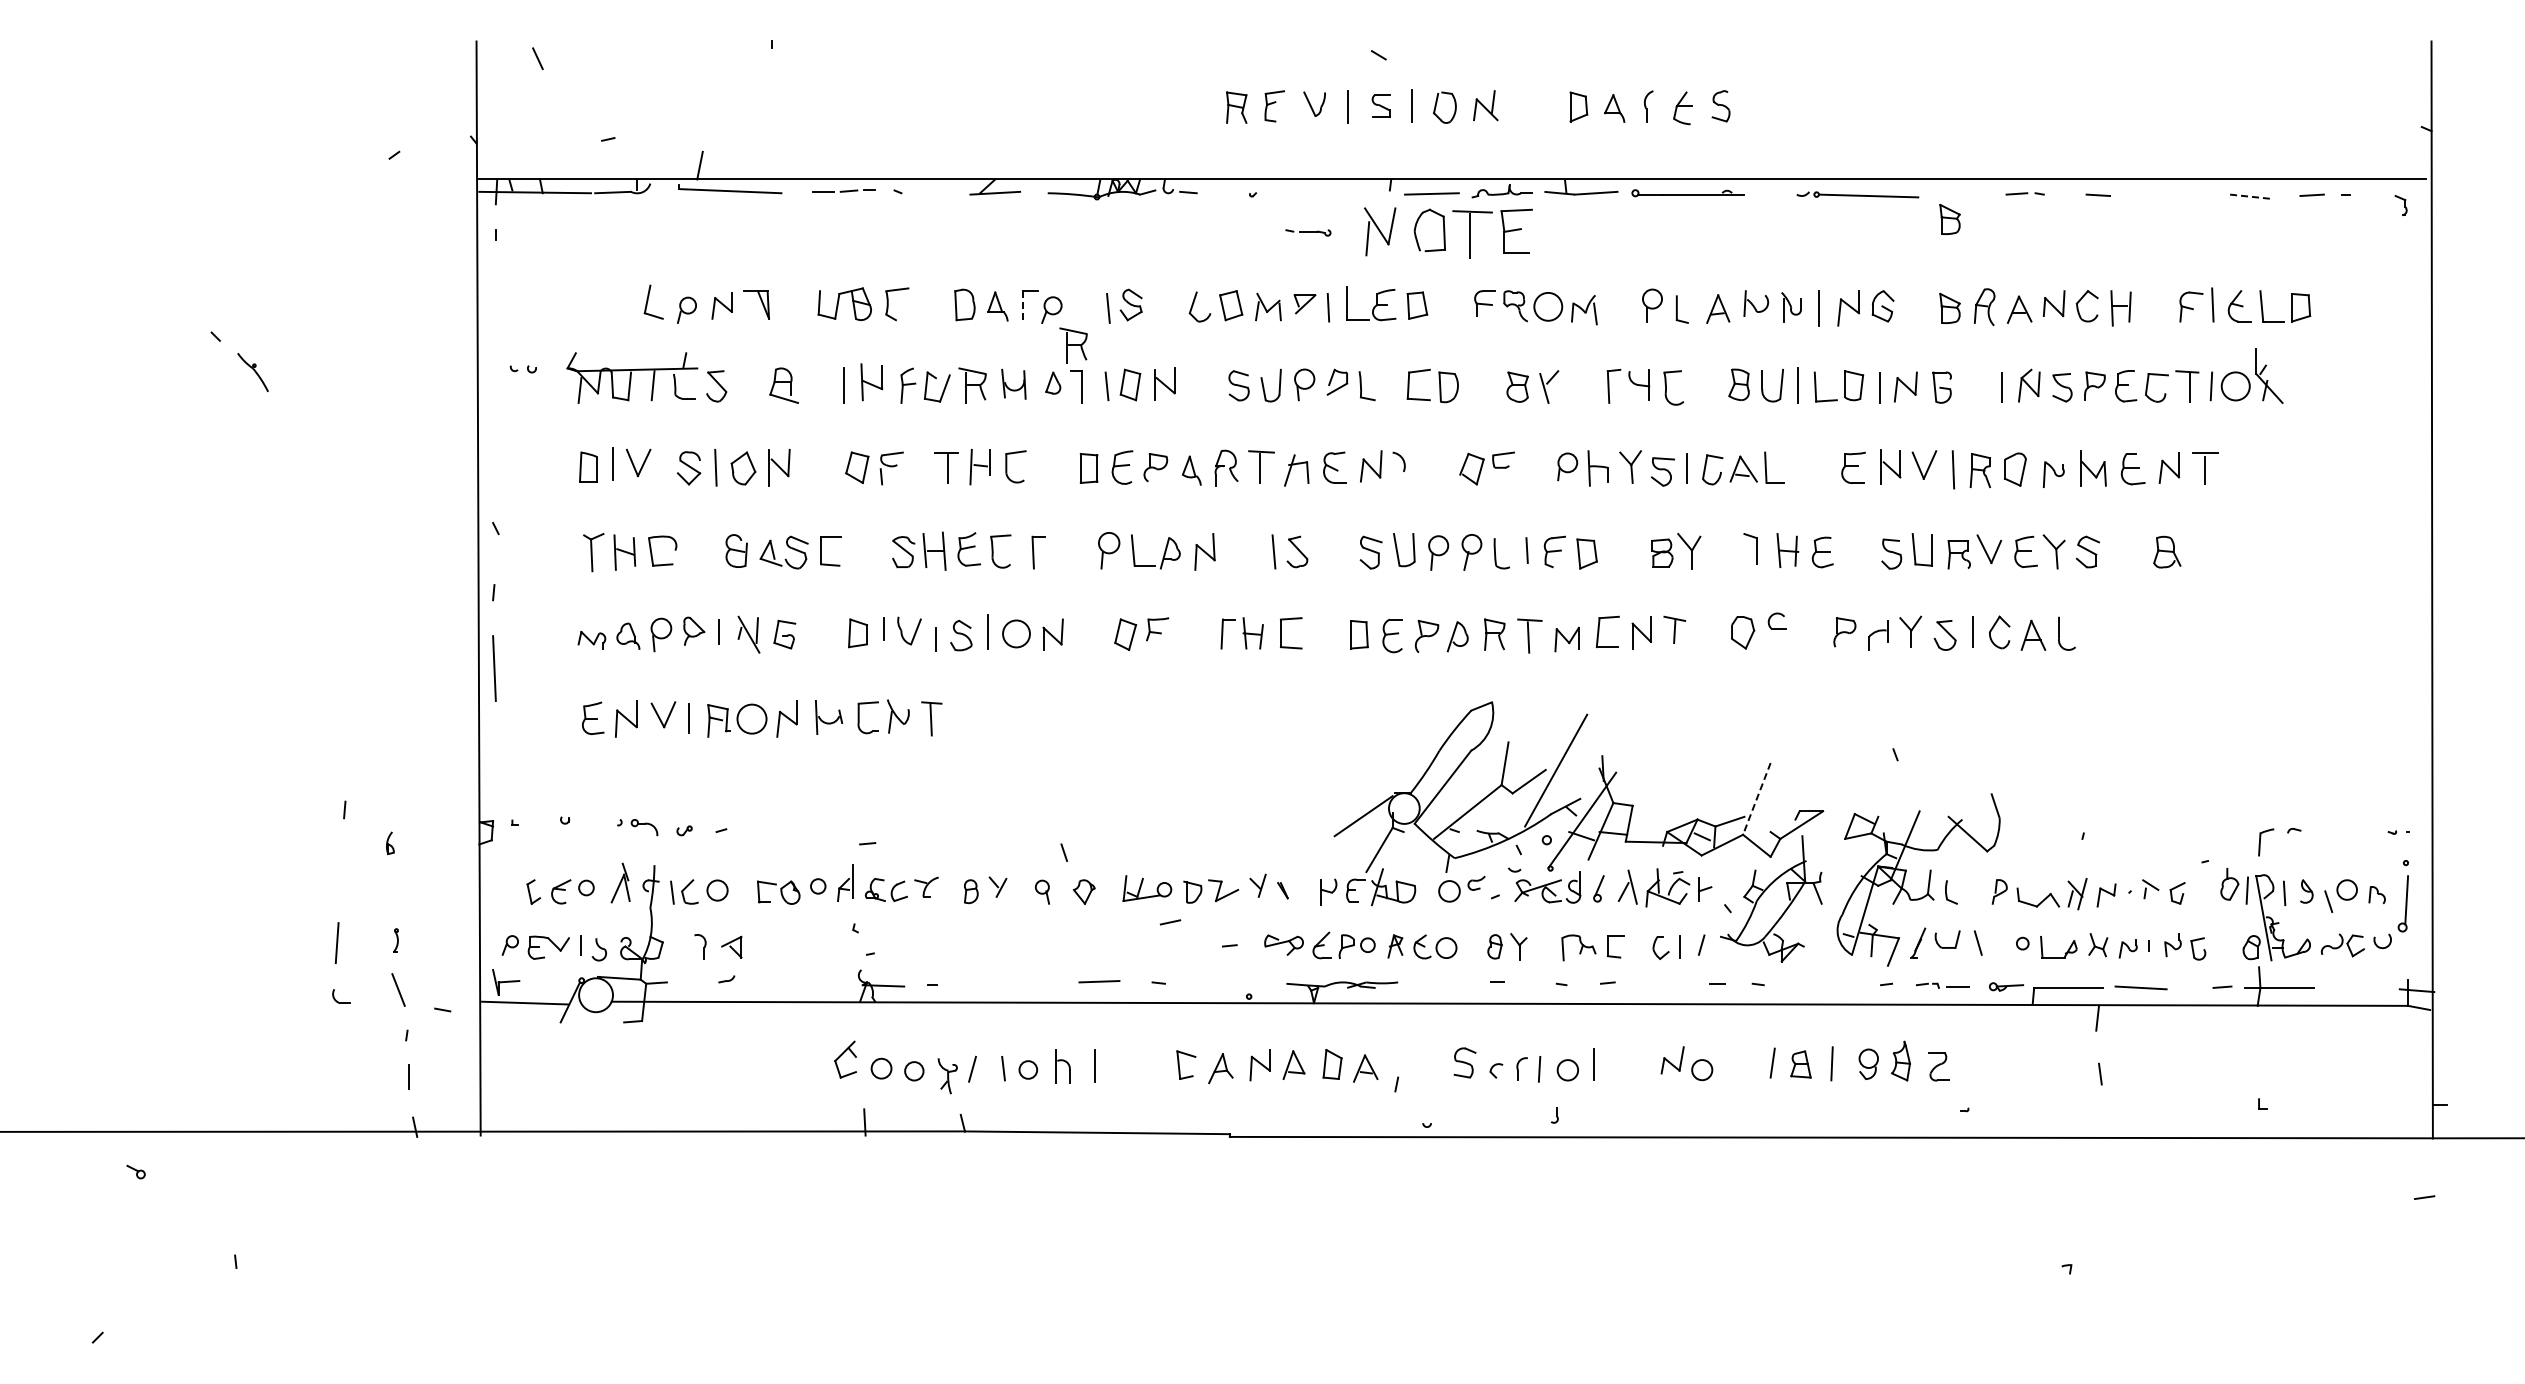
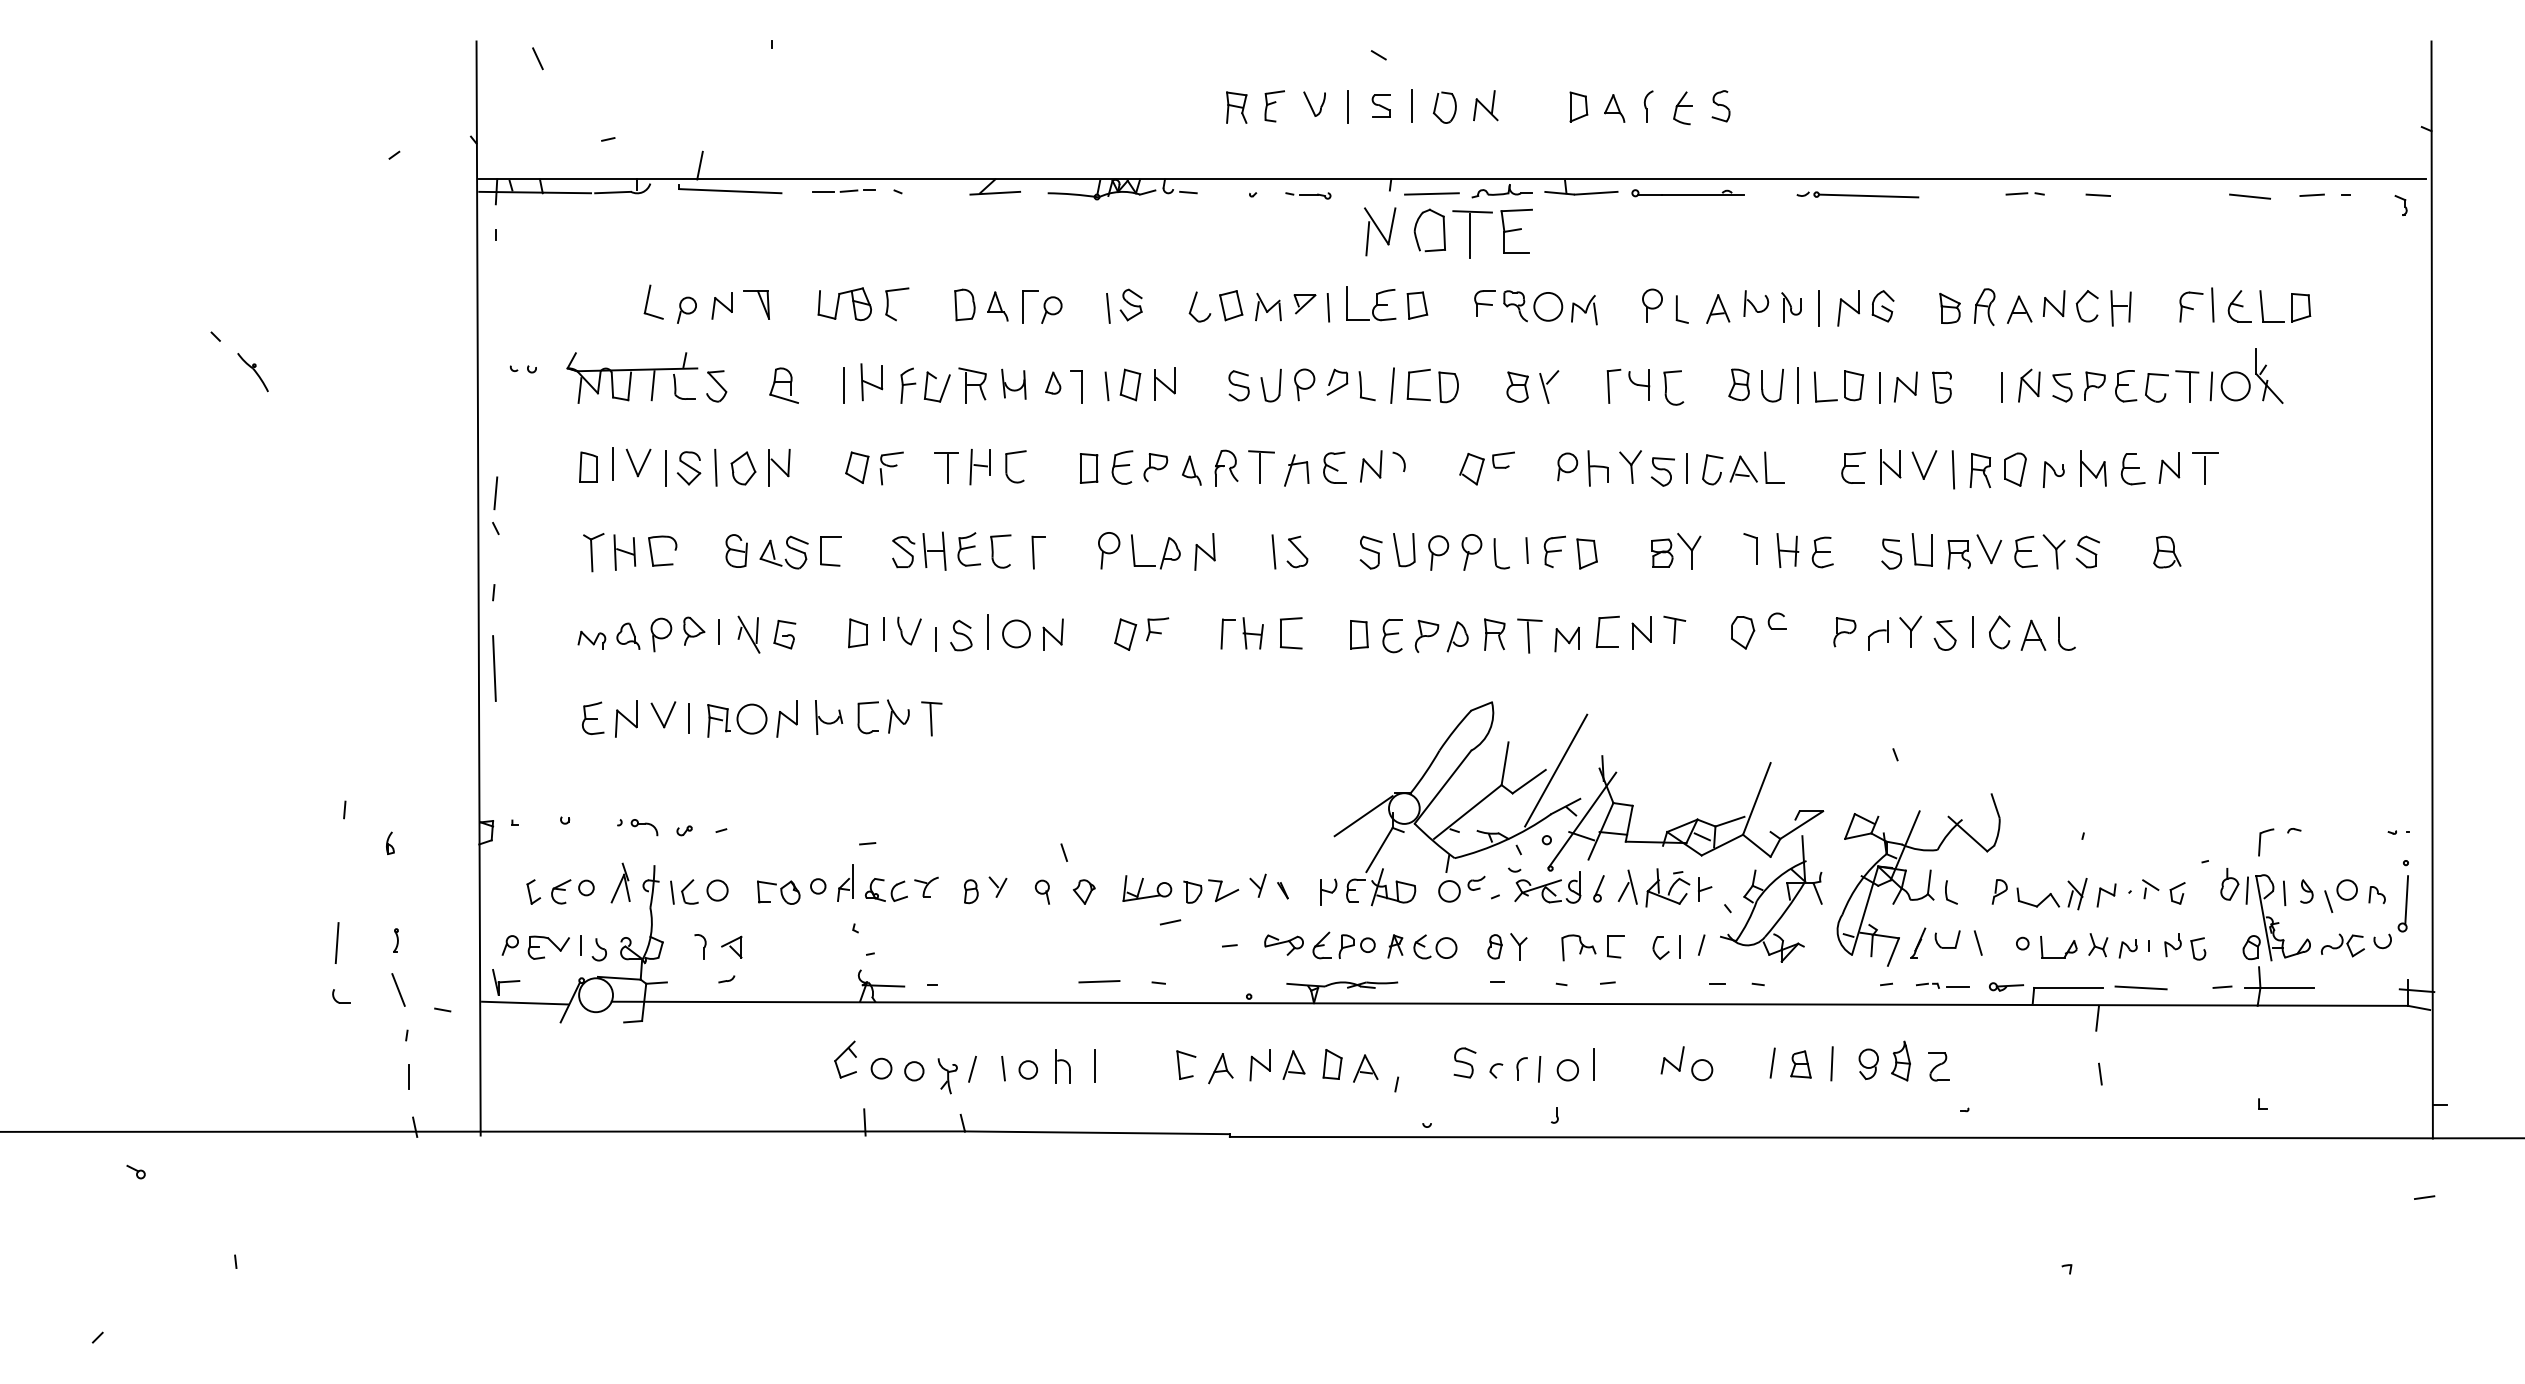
line at (2250, 196): dashed -> solid
part at (1949, 218): present -> none
part at (1308, 232) position: (1308, 232) -> (1308, 195)
line at (1022, 307): dashed -> solid
part at (1073, 345): present -> none
line at (1392, 385): none -> present
line at (665, 468): none -> present
line at (495, 493): none -> present
line at (1756, 799): dashed -> solid
